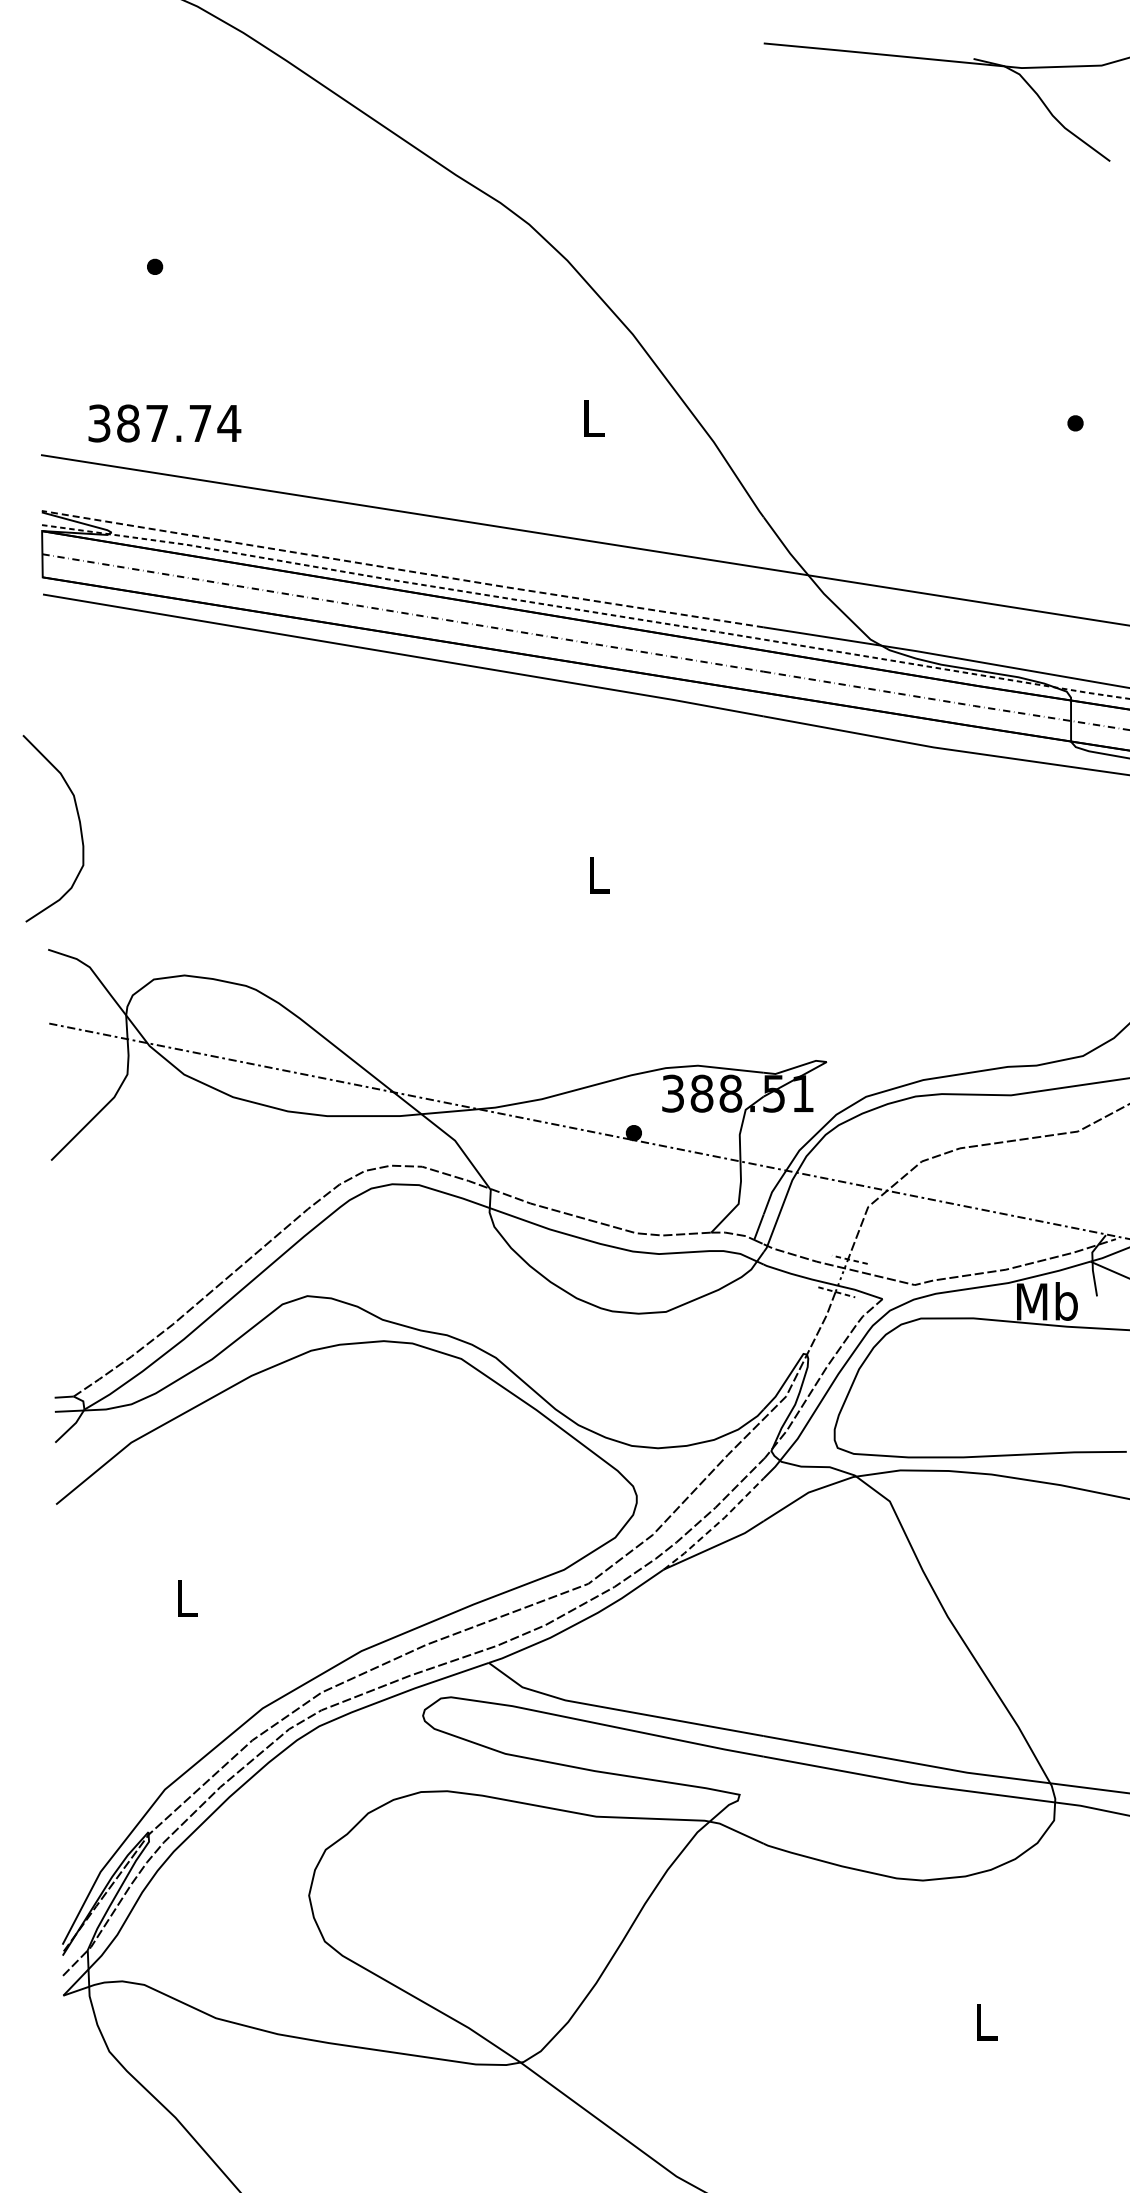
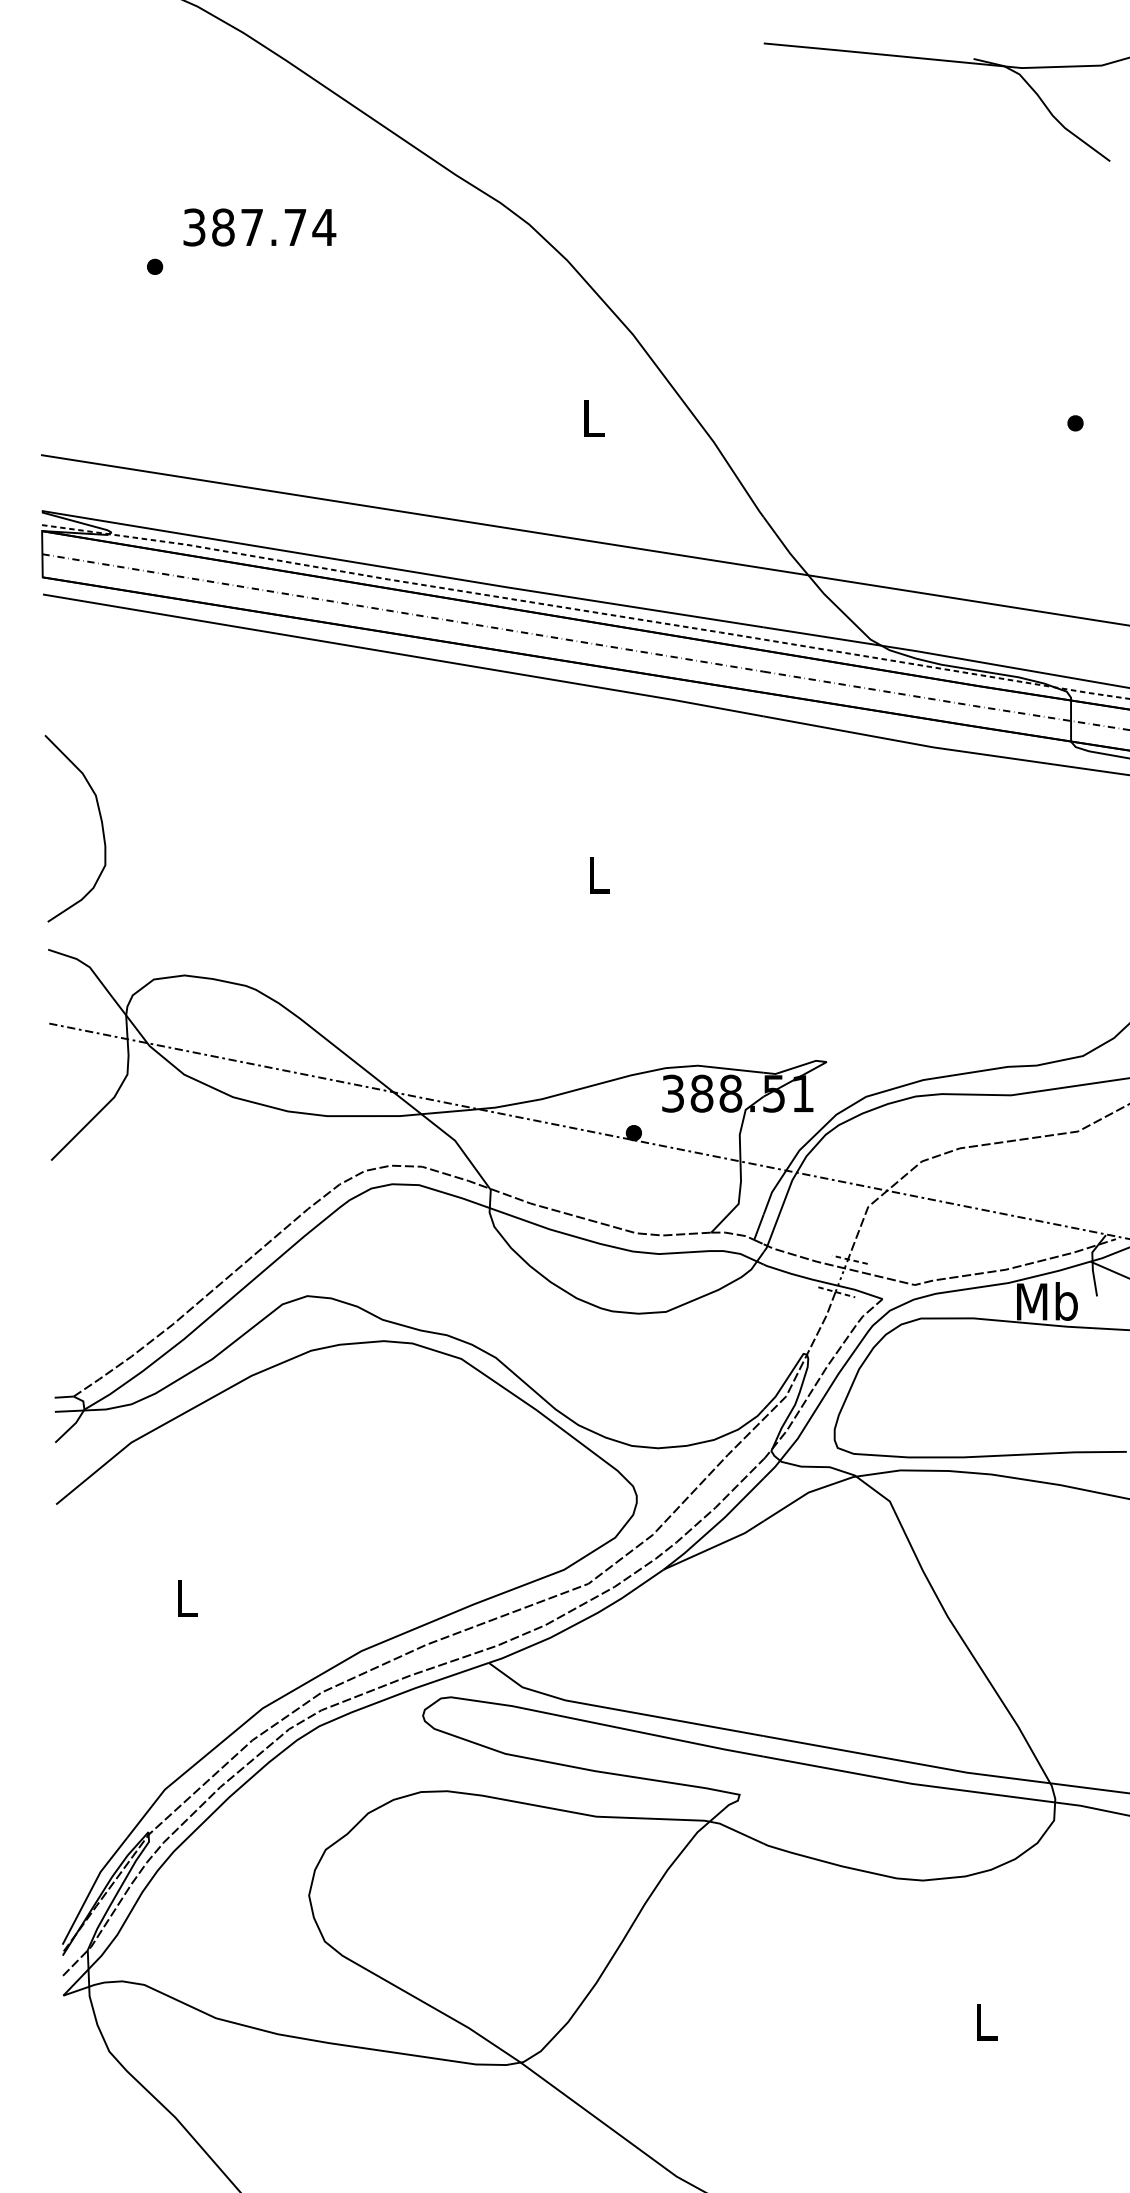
text at (164, 423) position: (164, 423) -> (259, 227)
line at (402, 570): dashed -> solid
curve at (79, 827) position: (79, 827) -> (101, 827)
line at (715, 1525): dashed -> solid
